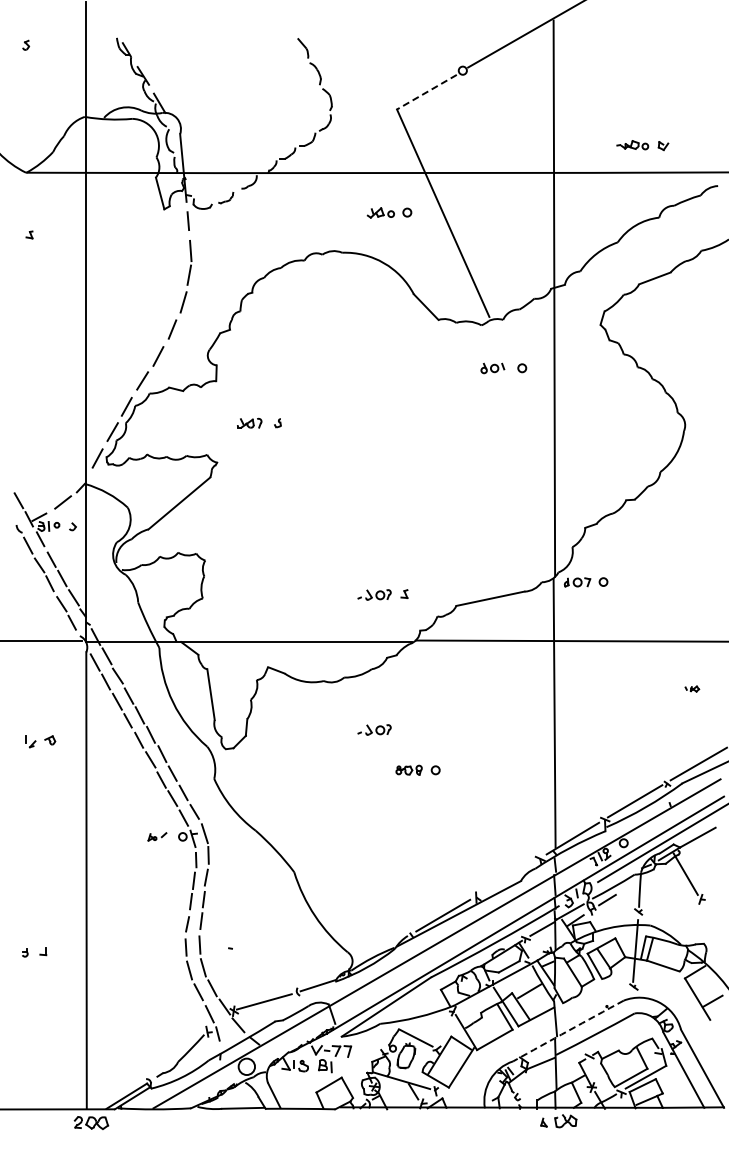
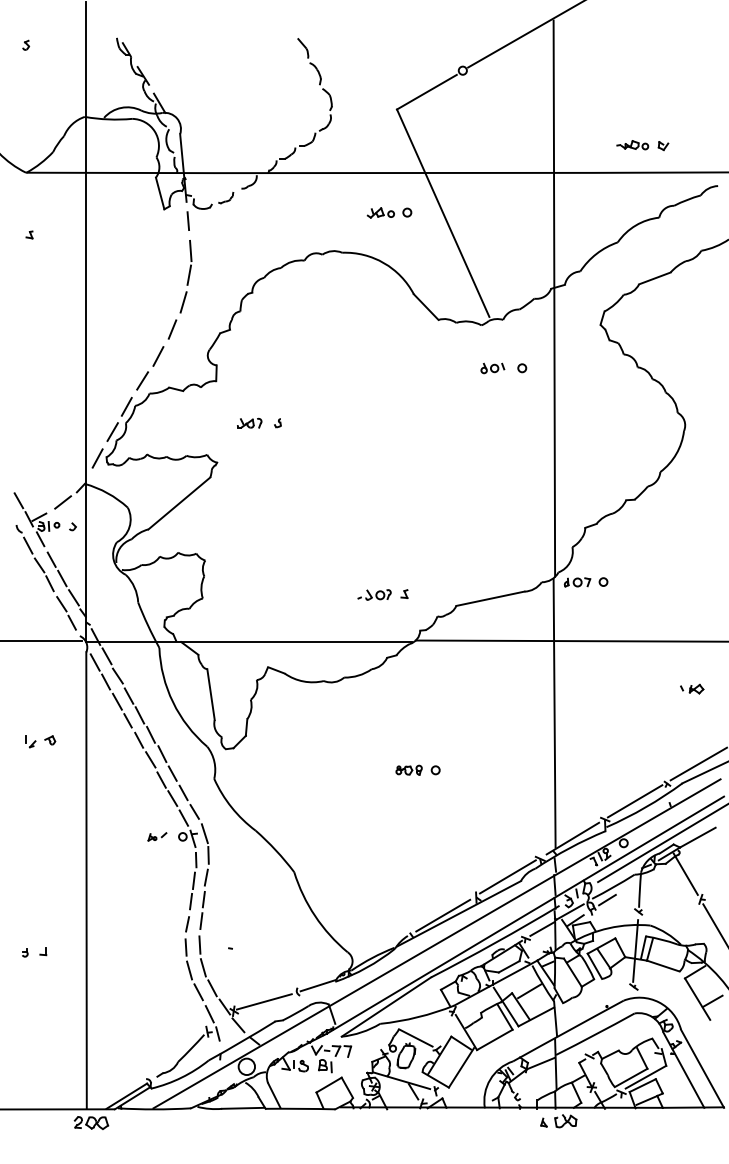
line at (426, 92): dashed -> solid
part at (692, 688) size: 17x8 px -> 25x12 px
part at (374, 729): present -> none
line at (507, 876): none -> present
line at (714, 923): none -> present
arc at (568, 1030): dashed -> solid
